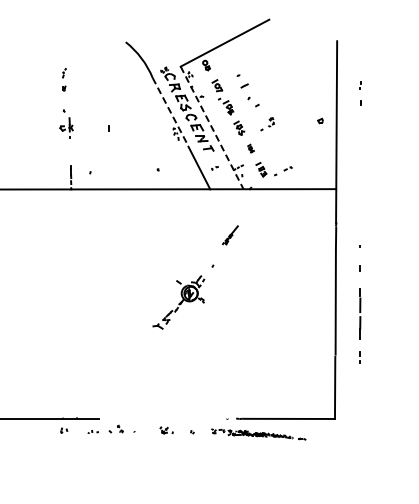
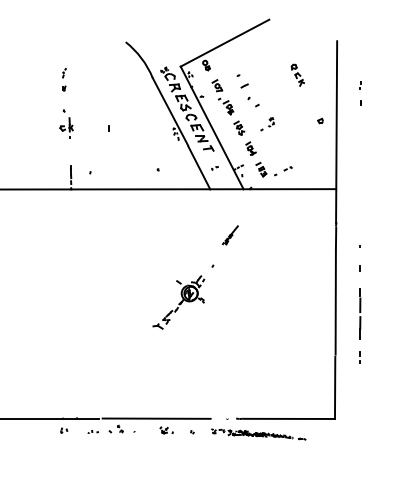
part at (297, 74): none -> present
line at (170, 112): dashed -> solid
line at (212, 127): dashed -> solid
part at (250, 148) size: 8x11 px -> 12x15 px
line at (156, 418): none -> present
